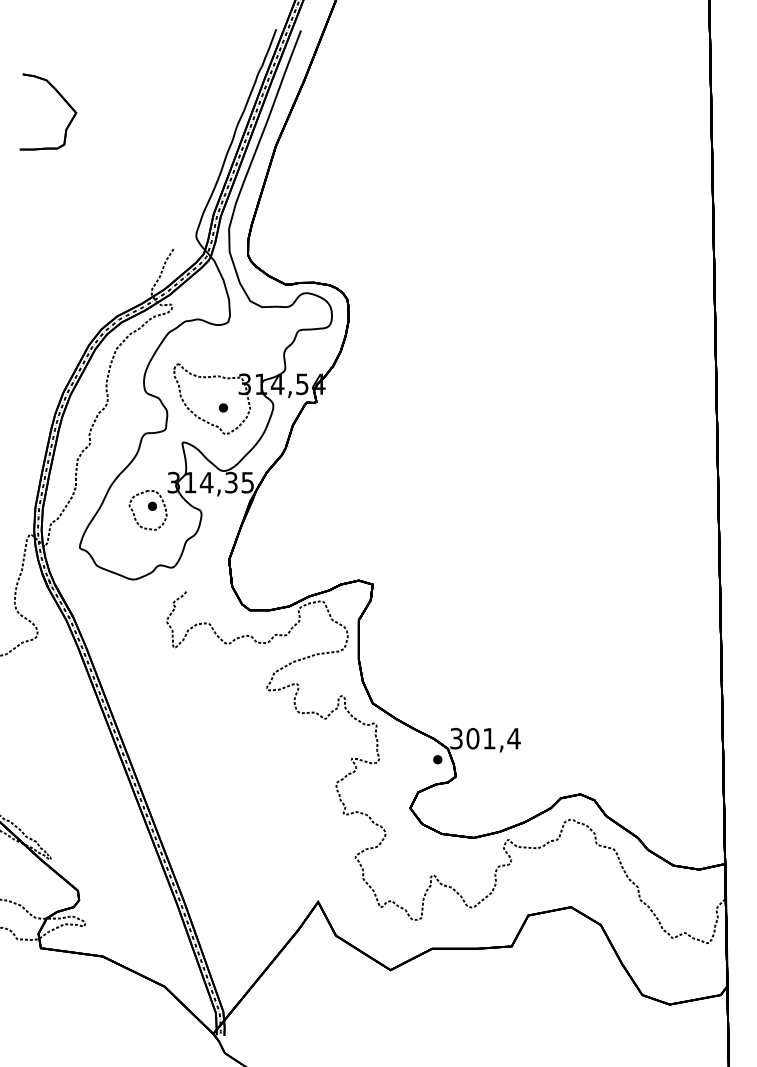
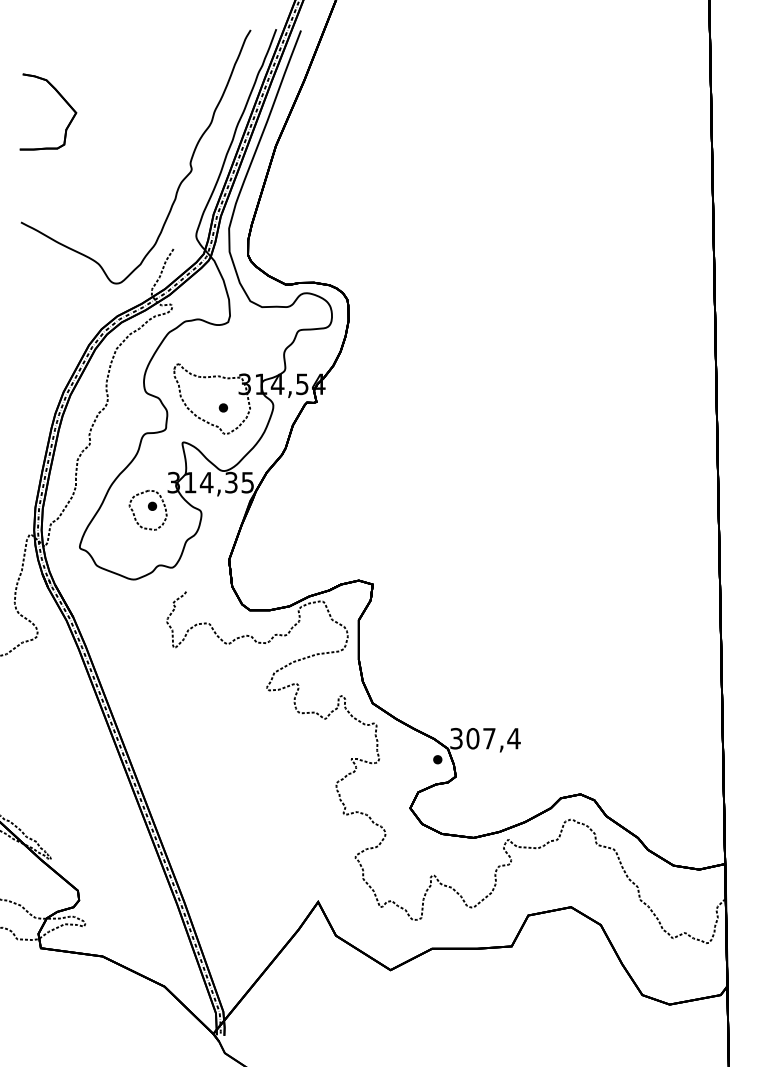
curve at (179, 183): none -> present
text at (489, 738): 301,4 -> 307,4
